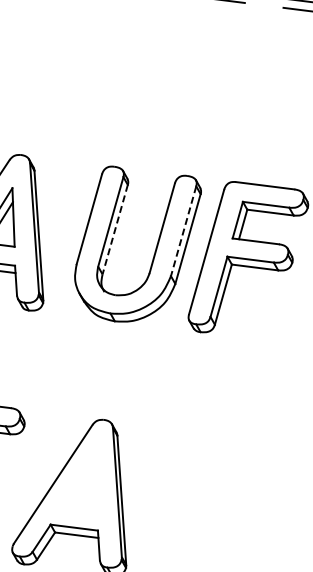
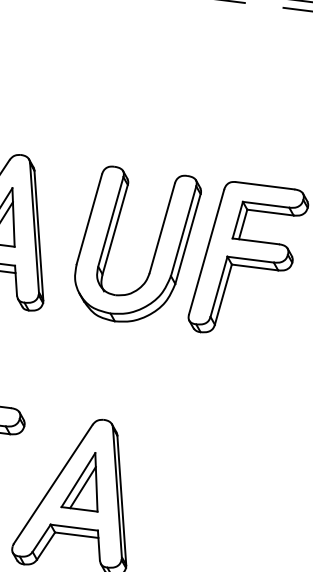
line at (115, 229): dashed -> solid
line at (183, 231): dashed -> solid
part at (79, 482): none -> present
